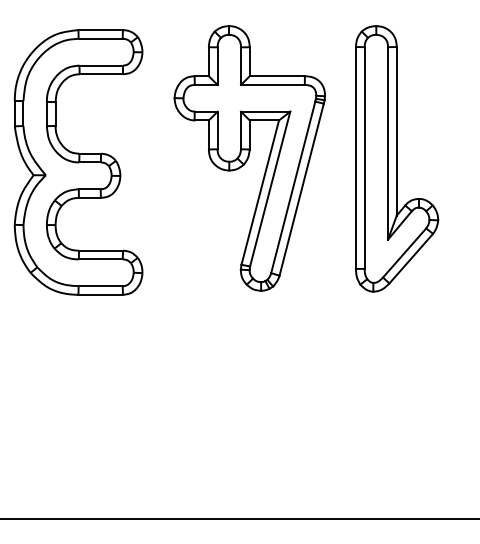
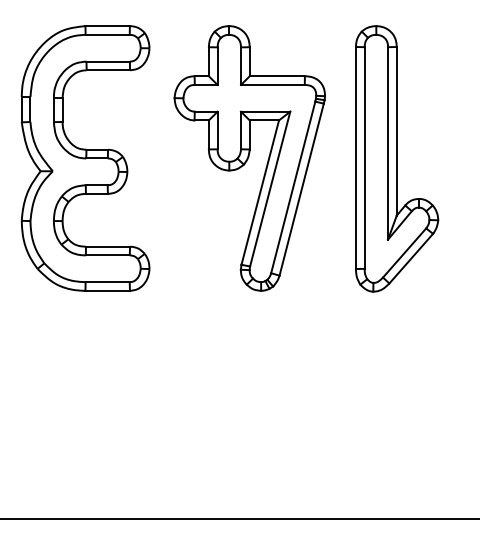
part at (78, 162) position: (78, 162) -> (85, 158)
